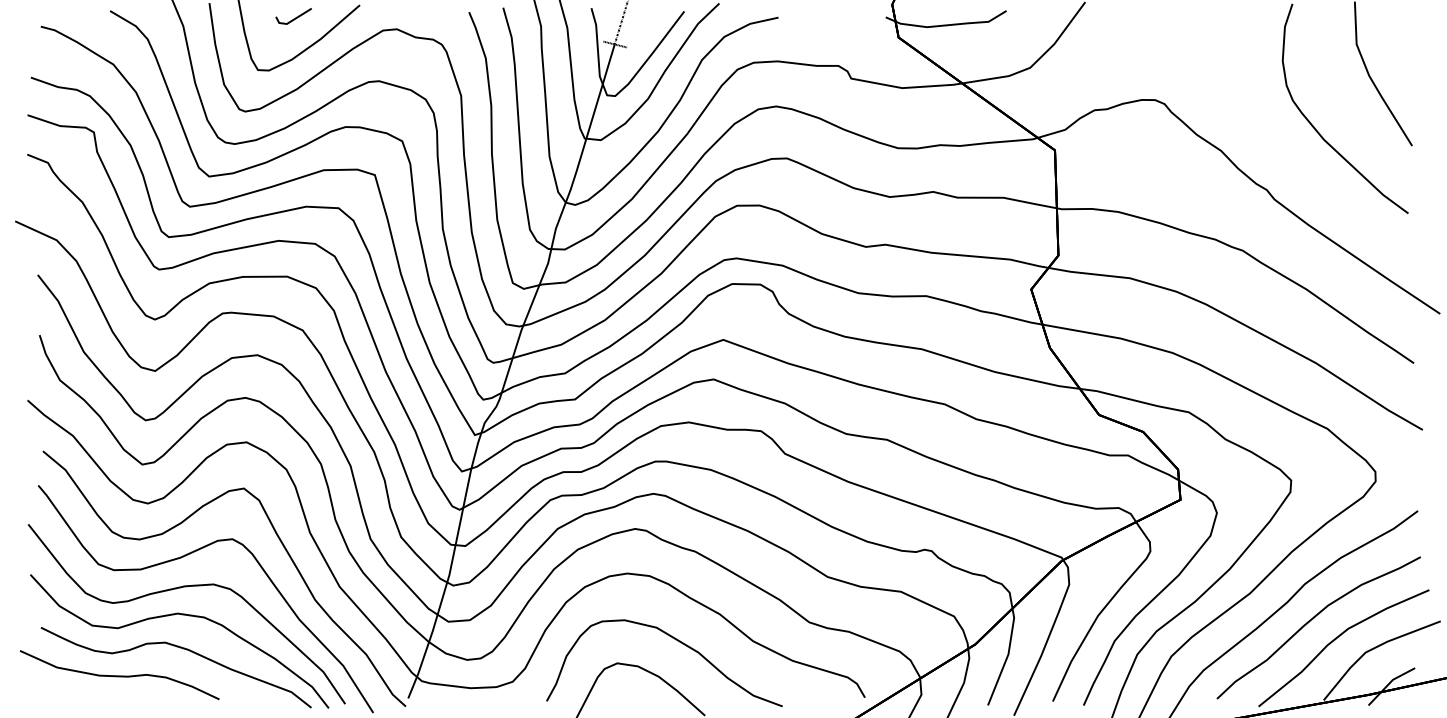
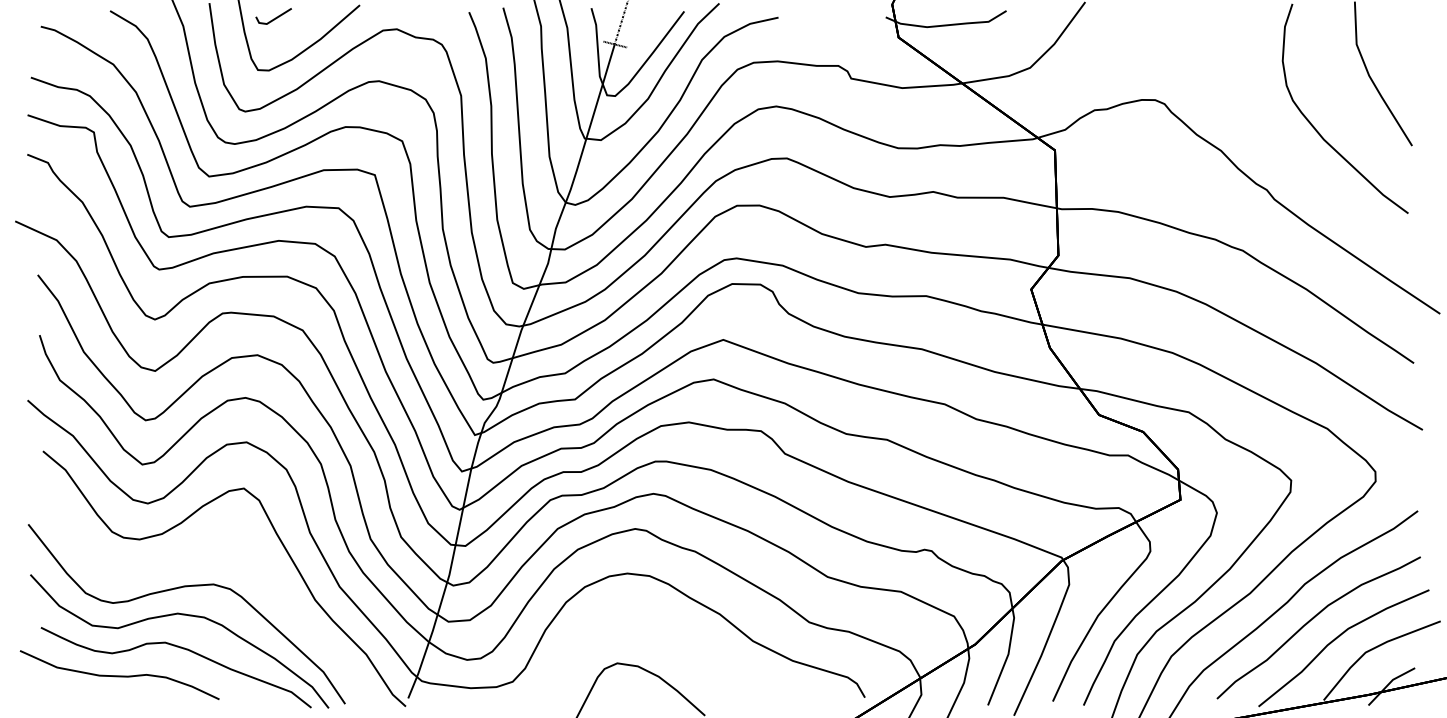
line at (293, 18) position: (293, 18) -> (273, 18)
curve at (188, 555): present -> none
curve at (677, 641): present -> none
